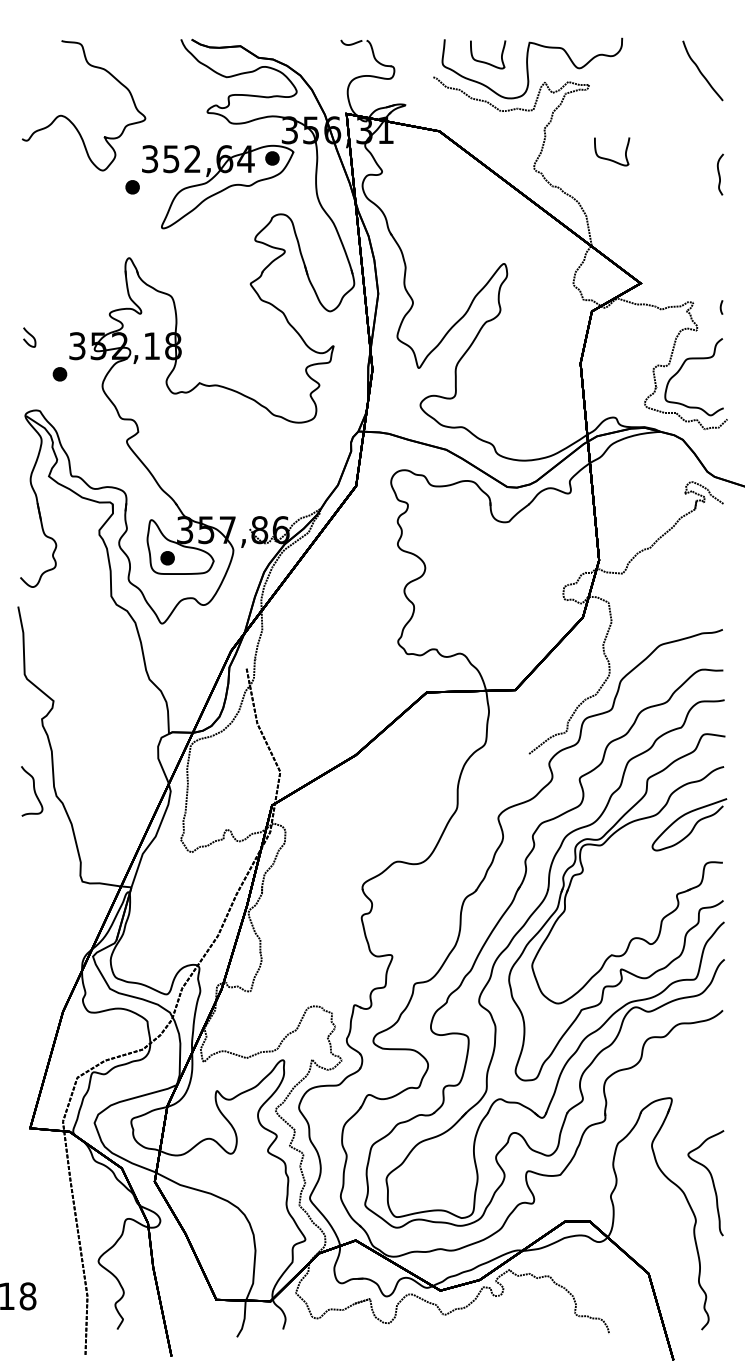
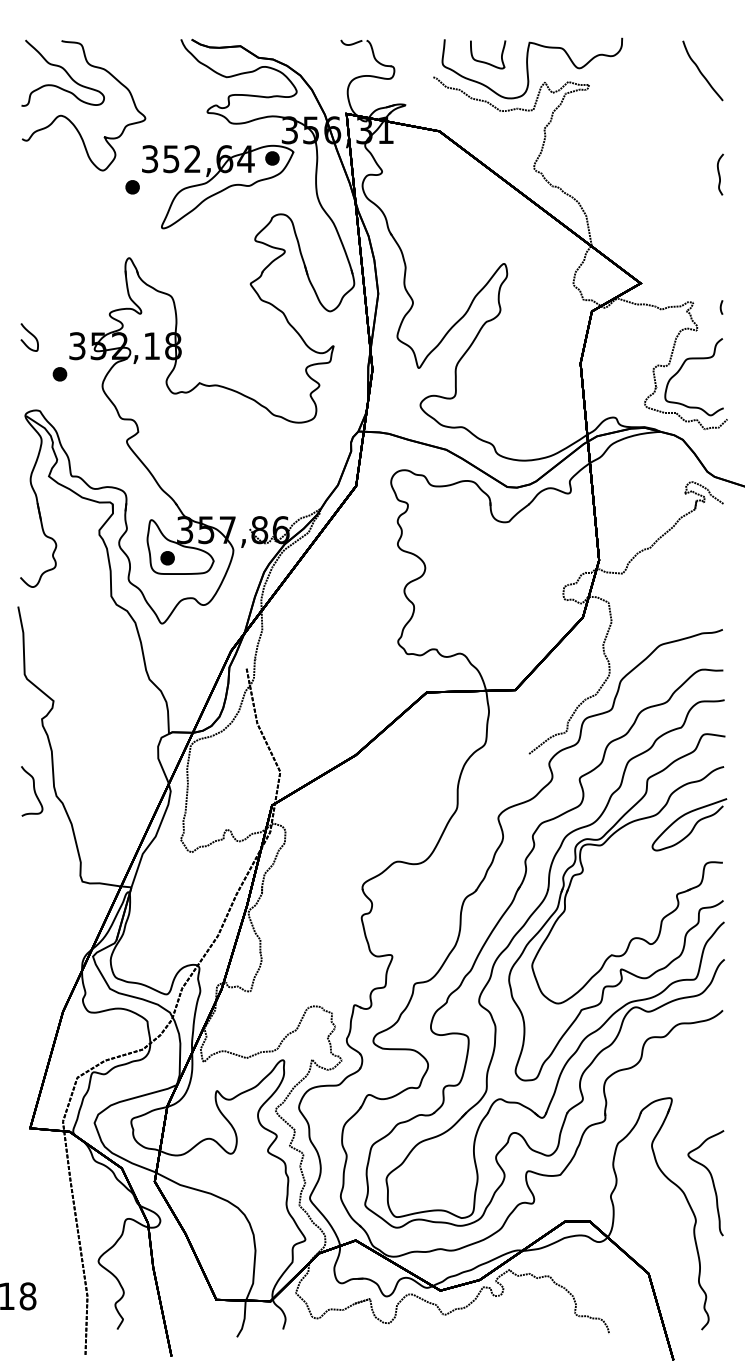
part at (62, 72): none -> present
part at (609, 158): present -> none
part at (29, 337) size: 14x21 px -> 19x29 px
